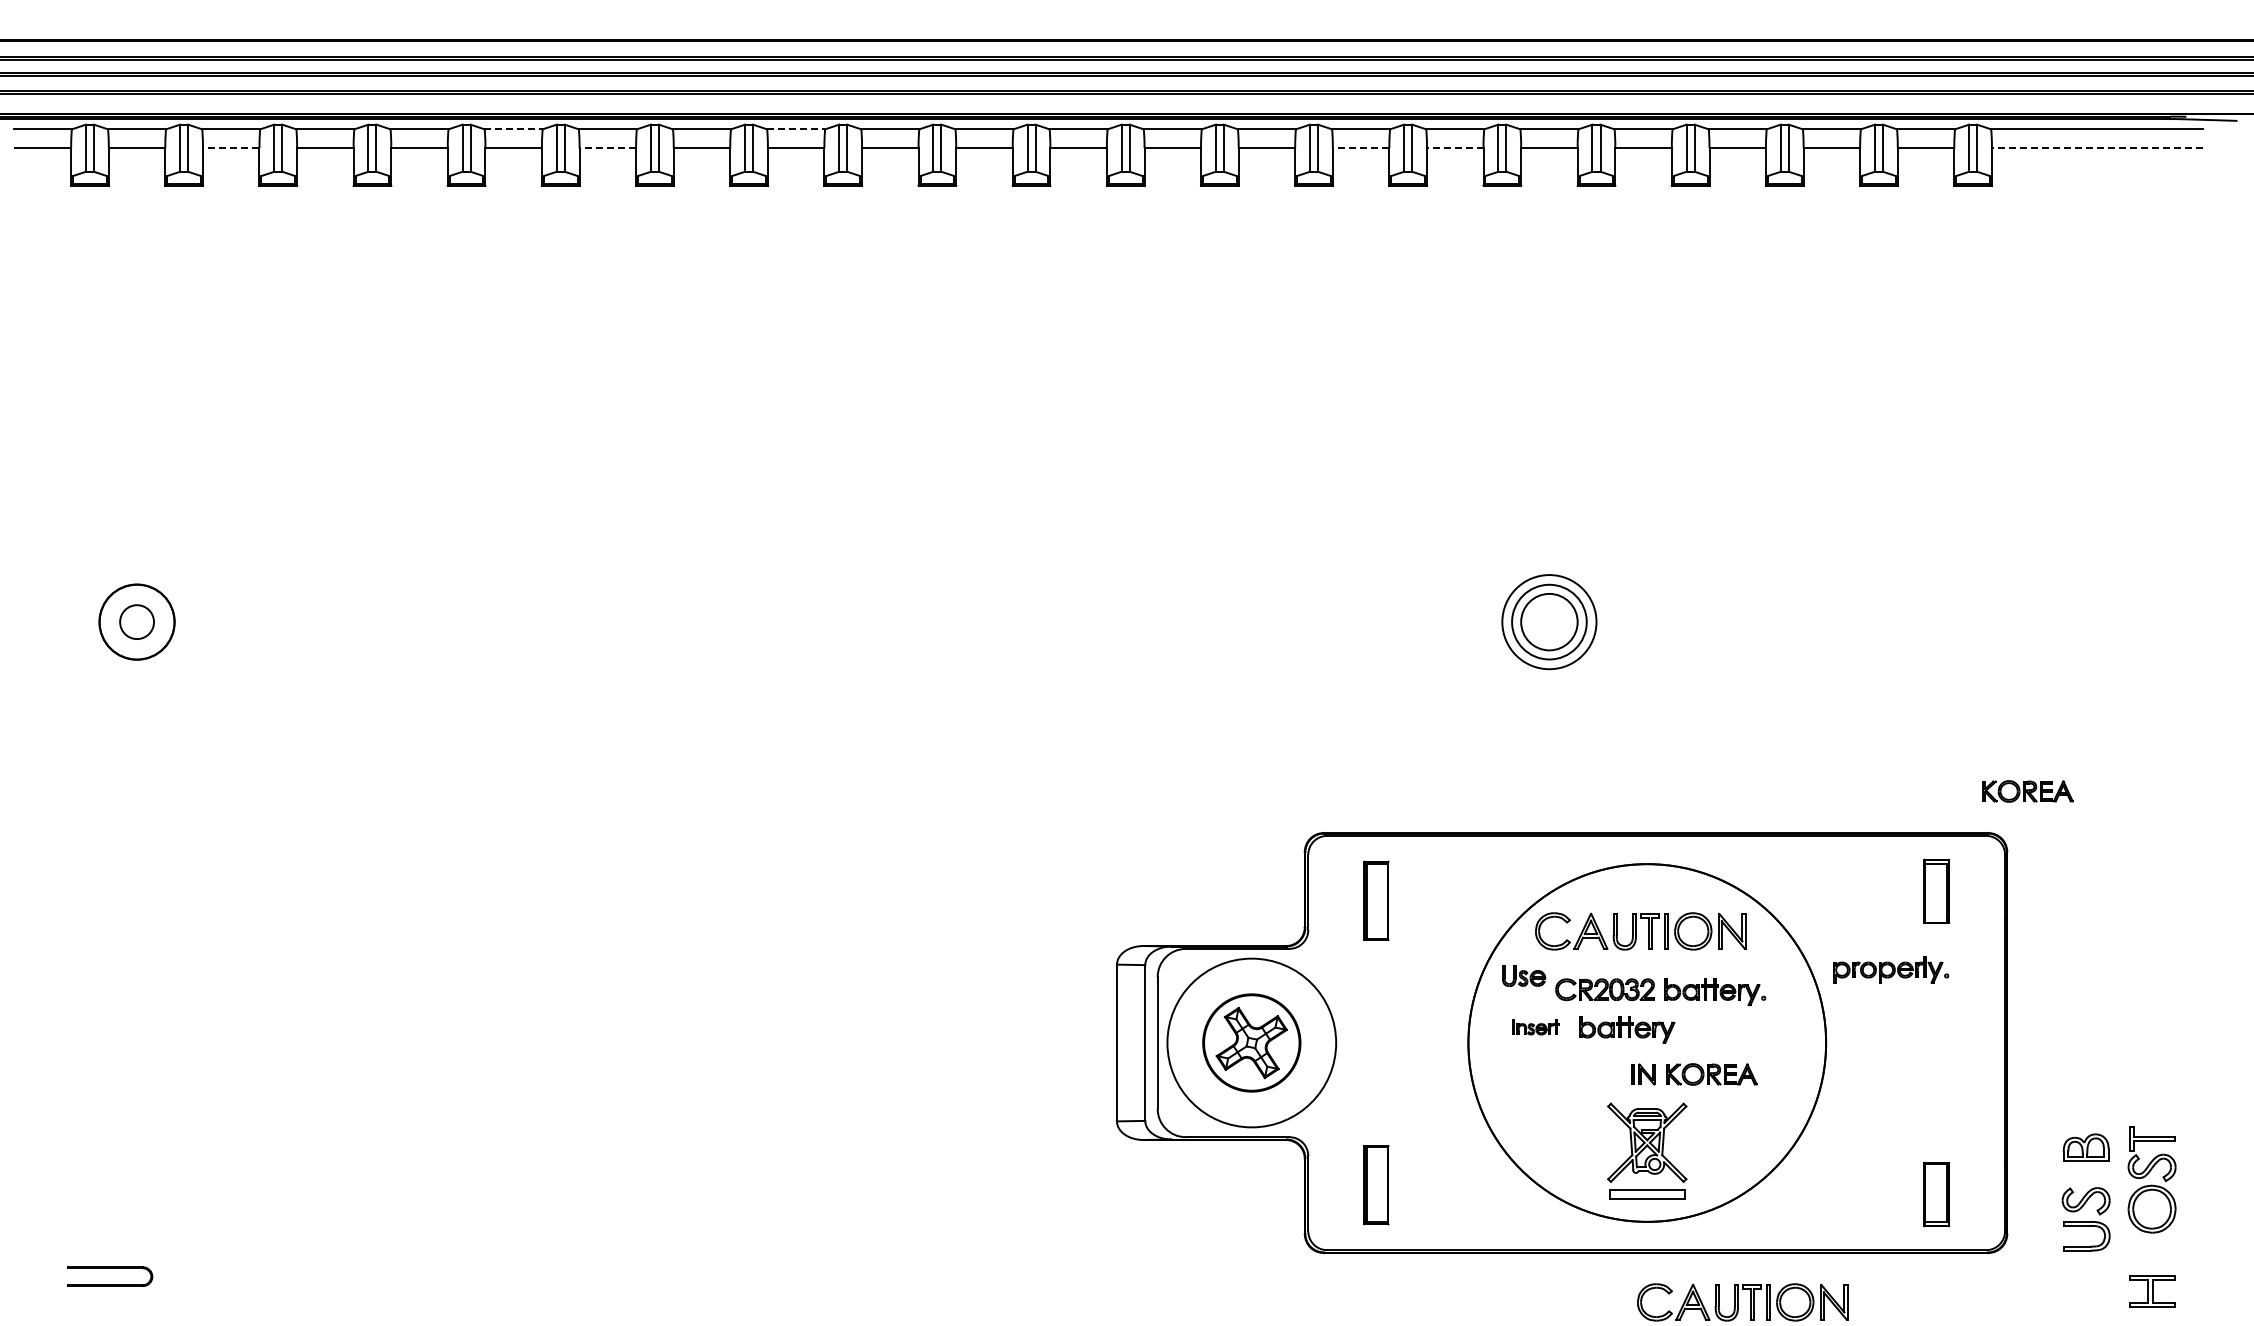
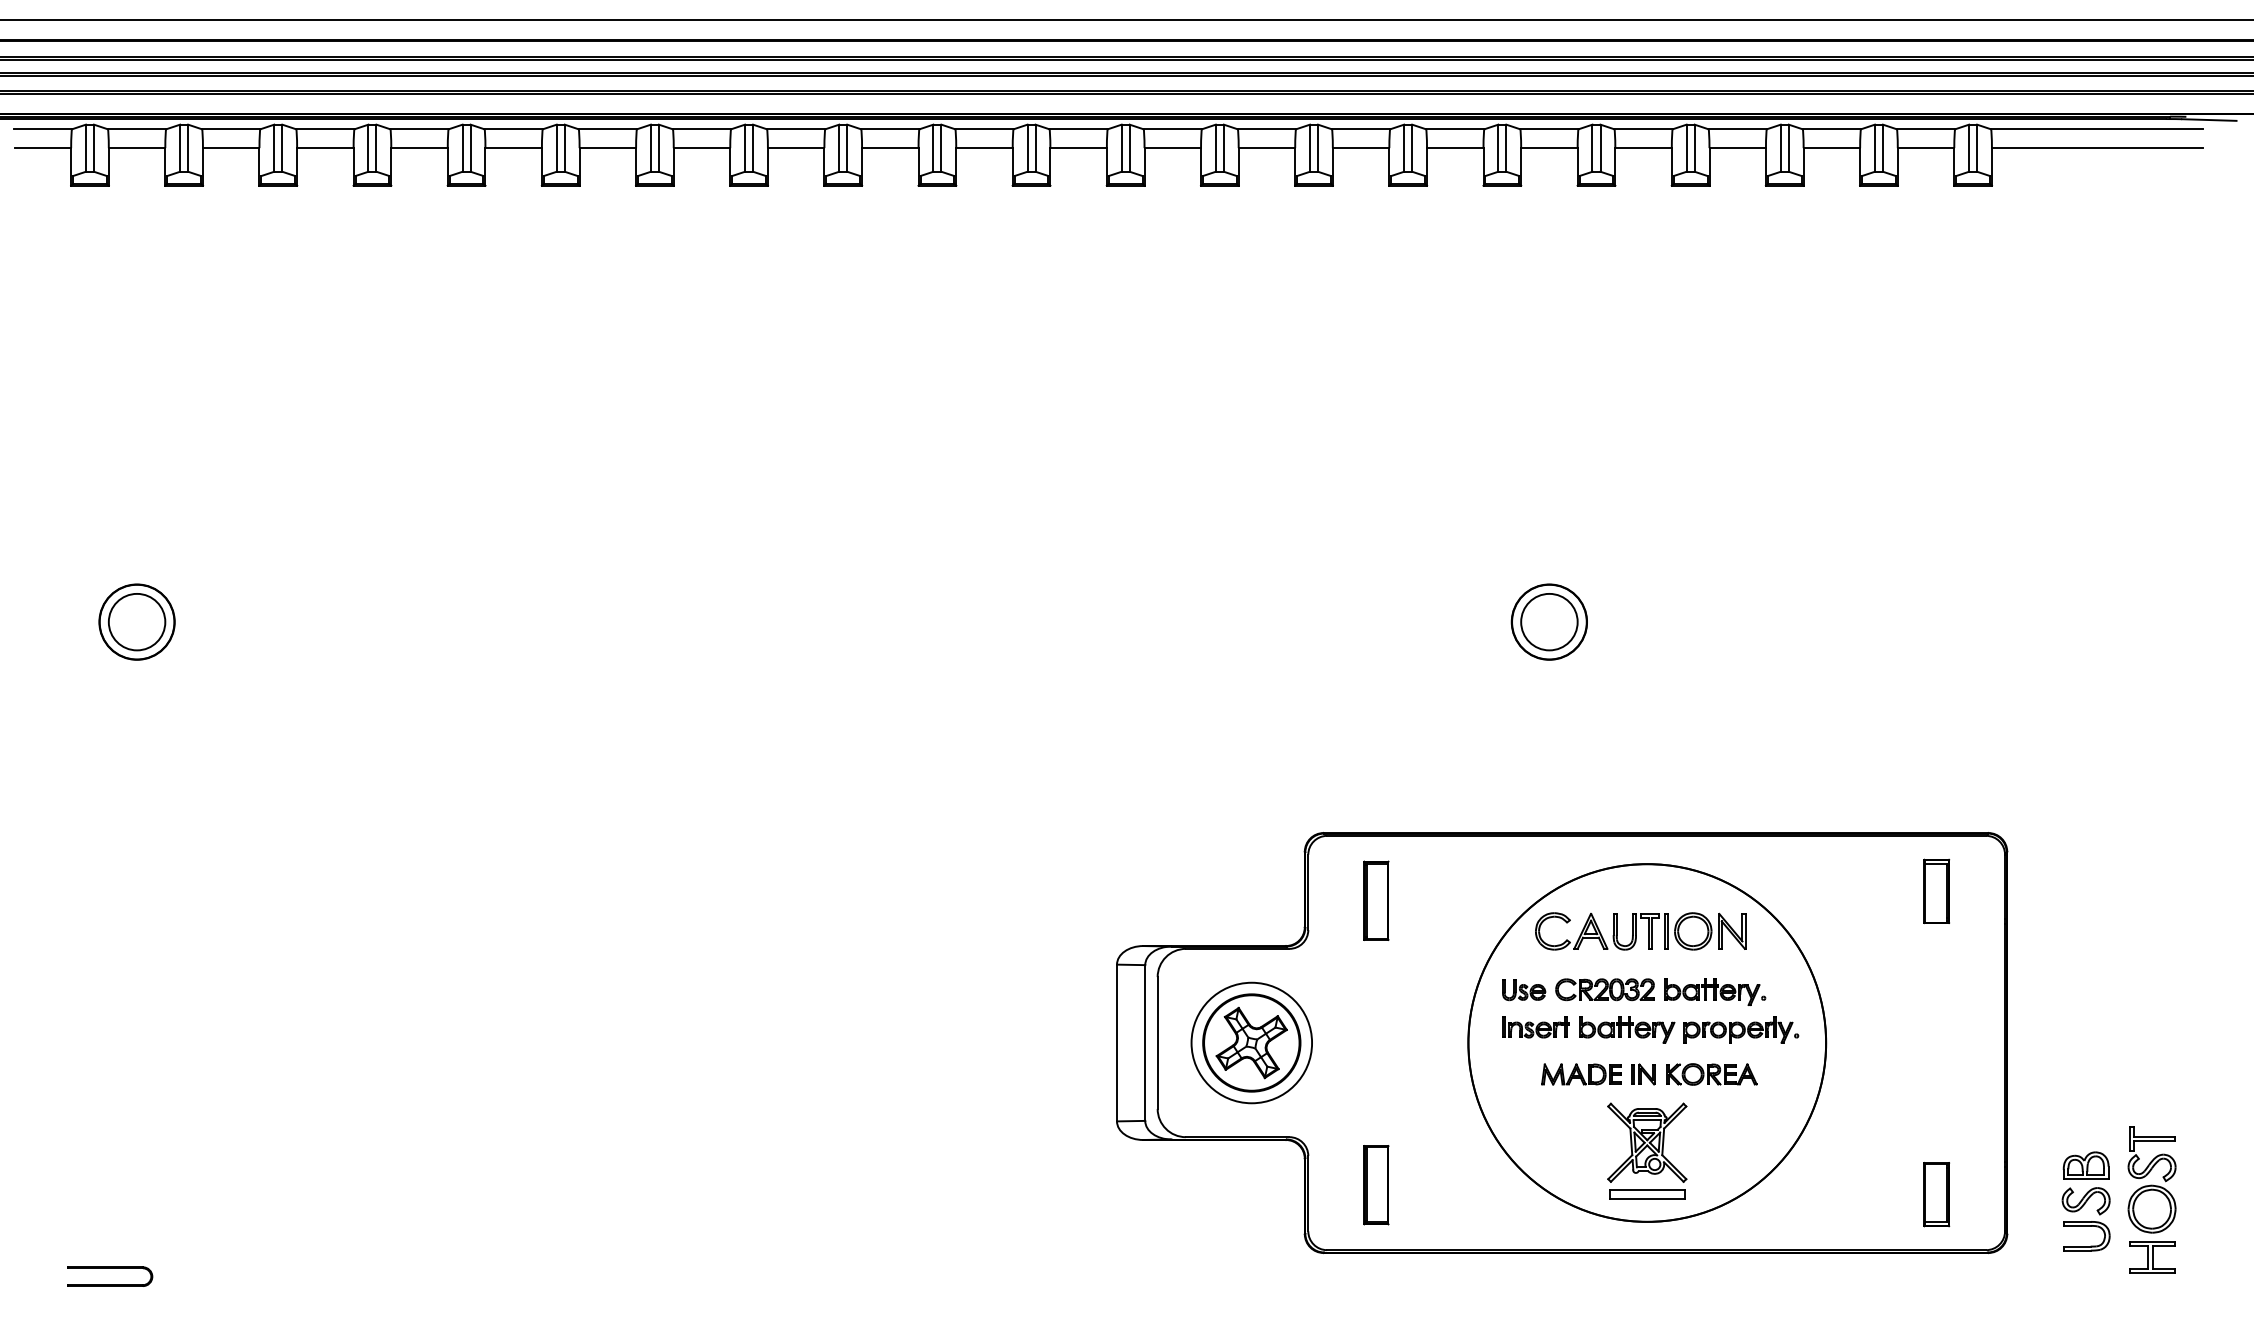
line at (1126, 19): none -> present
line at (514, 129): dashed -> solid
line at (796, 129): dashed -> solid
line at (230, 148): dashed -> solid
line at (607, 148): dashed -> solid
line at (1360, 148): dashed -> solid
line at (1454, 148): dashed -> solid
line at (2096, 148): dashed -> solid
circle at (137, 622) diameter: 34 px -> 56 px
circle at (1549, 622) diameter: 94 px -> 75 px
part at (2027, 791): present -> none
part at (1891, 969) position: (1891, 969) -> (1741, 1029)
part at (1524, 976) position: (1524, 976) -> (1524, 990)
part at (1535, 1027) size: 48x17 px -> 68x23 px
circle at (1251, 1042) diameter: 169 px -> 121 px
part at (1581, 1074): none -> present
part at (2085, 1147) position: (2085, 1147) -> (2085, 1165)
part at (2152, 1291) position: (2152, 1291) -> (2152, 1257)
part at (1742, 1302): present -> none
